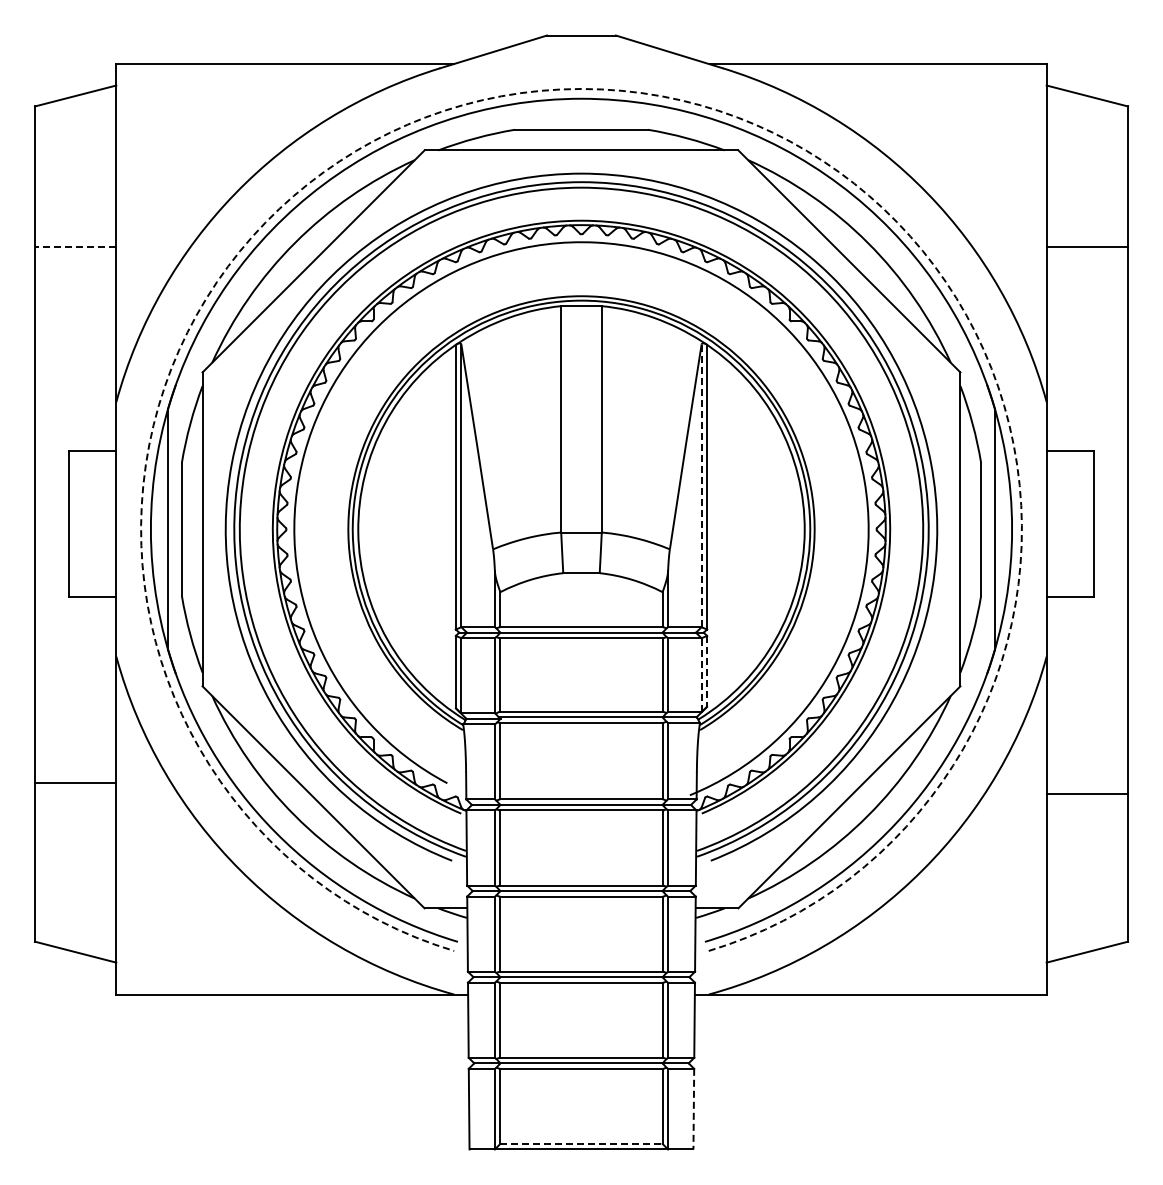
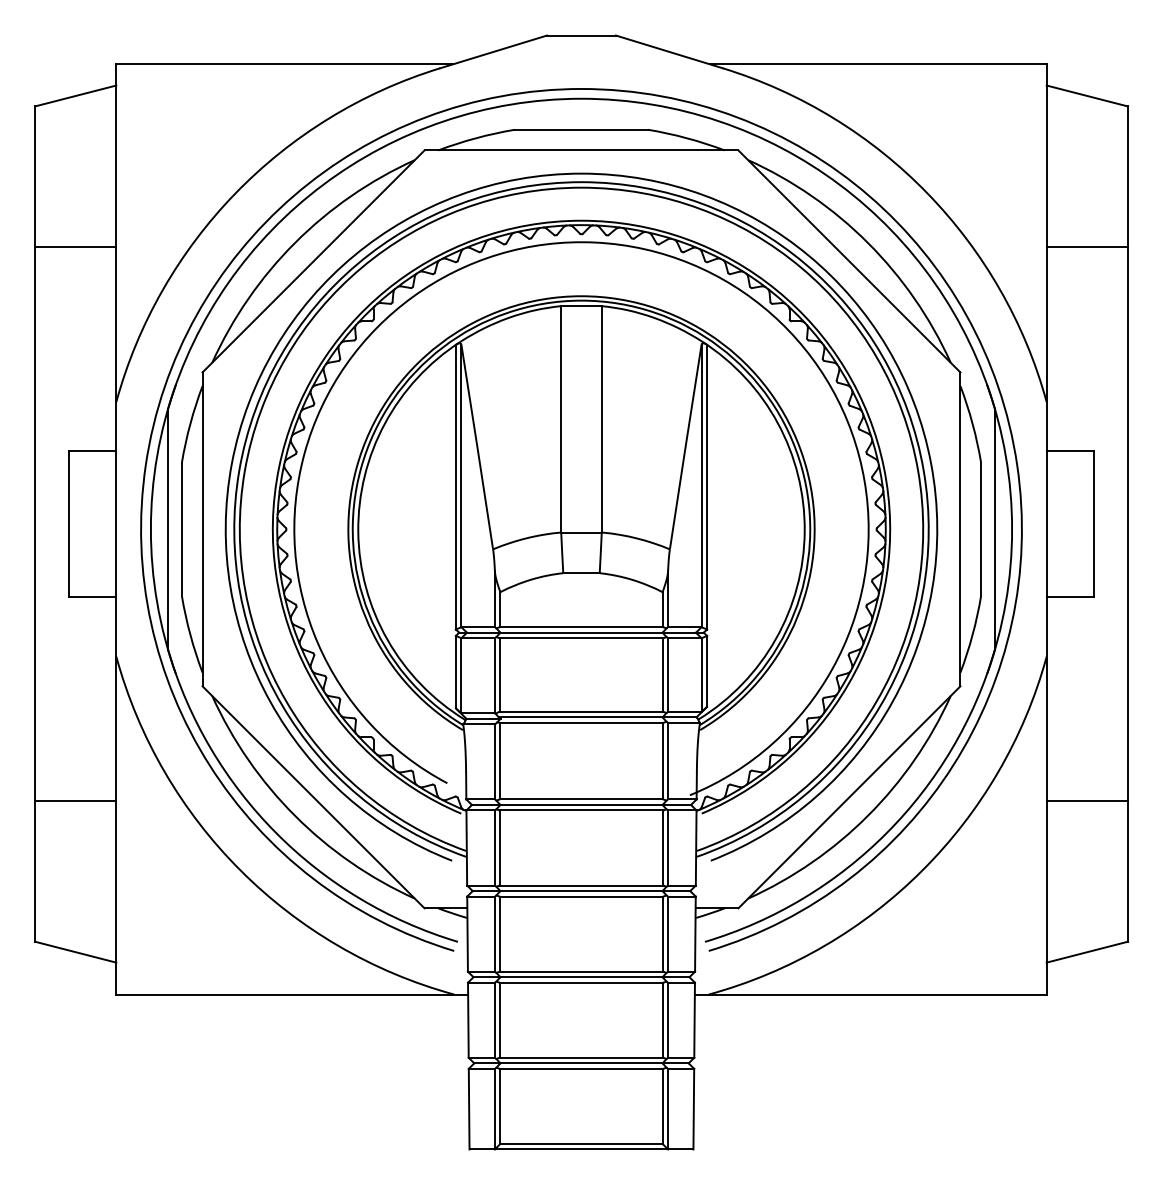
arc at (581, 88): dashed -> solid
line at (75, 246): dashed -> solid
line at (701, 485): dashed -> solid
line at (707, 671): dashed -> solid
line at (701, 675): dashed -> solid
line at (75, 783) position: (75, 783) -> (75, 801)
line at (1087, 794) position: (1087, 794) -> (1087, 801)
line at (693, 1109): dashed -> solid
line at (581, 1143): dashed -> solid
